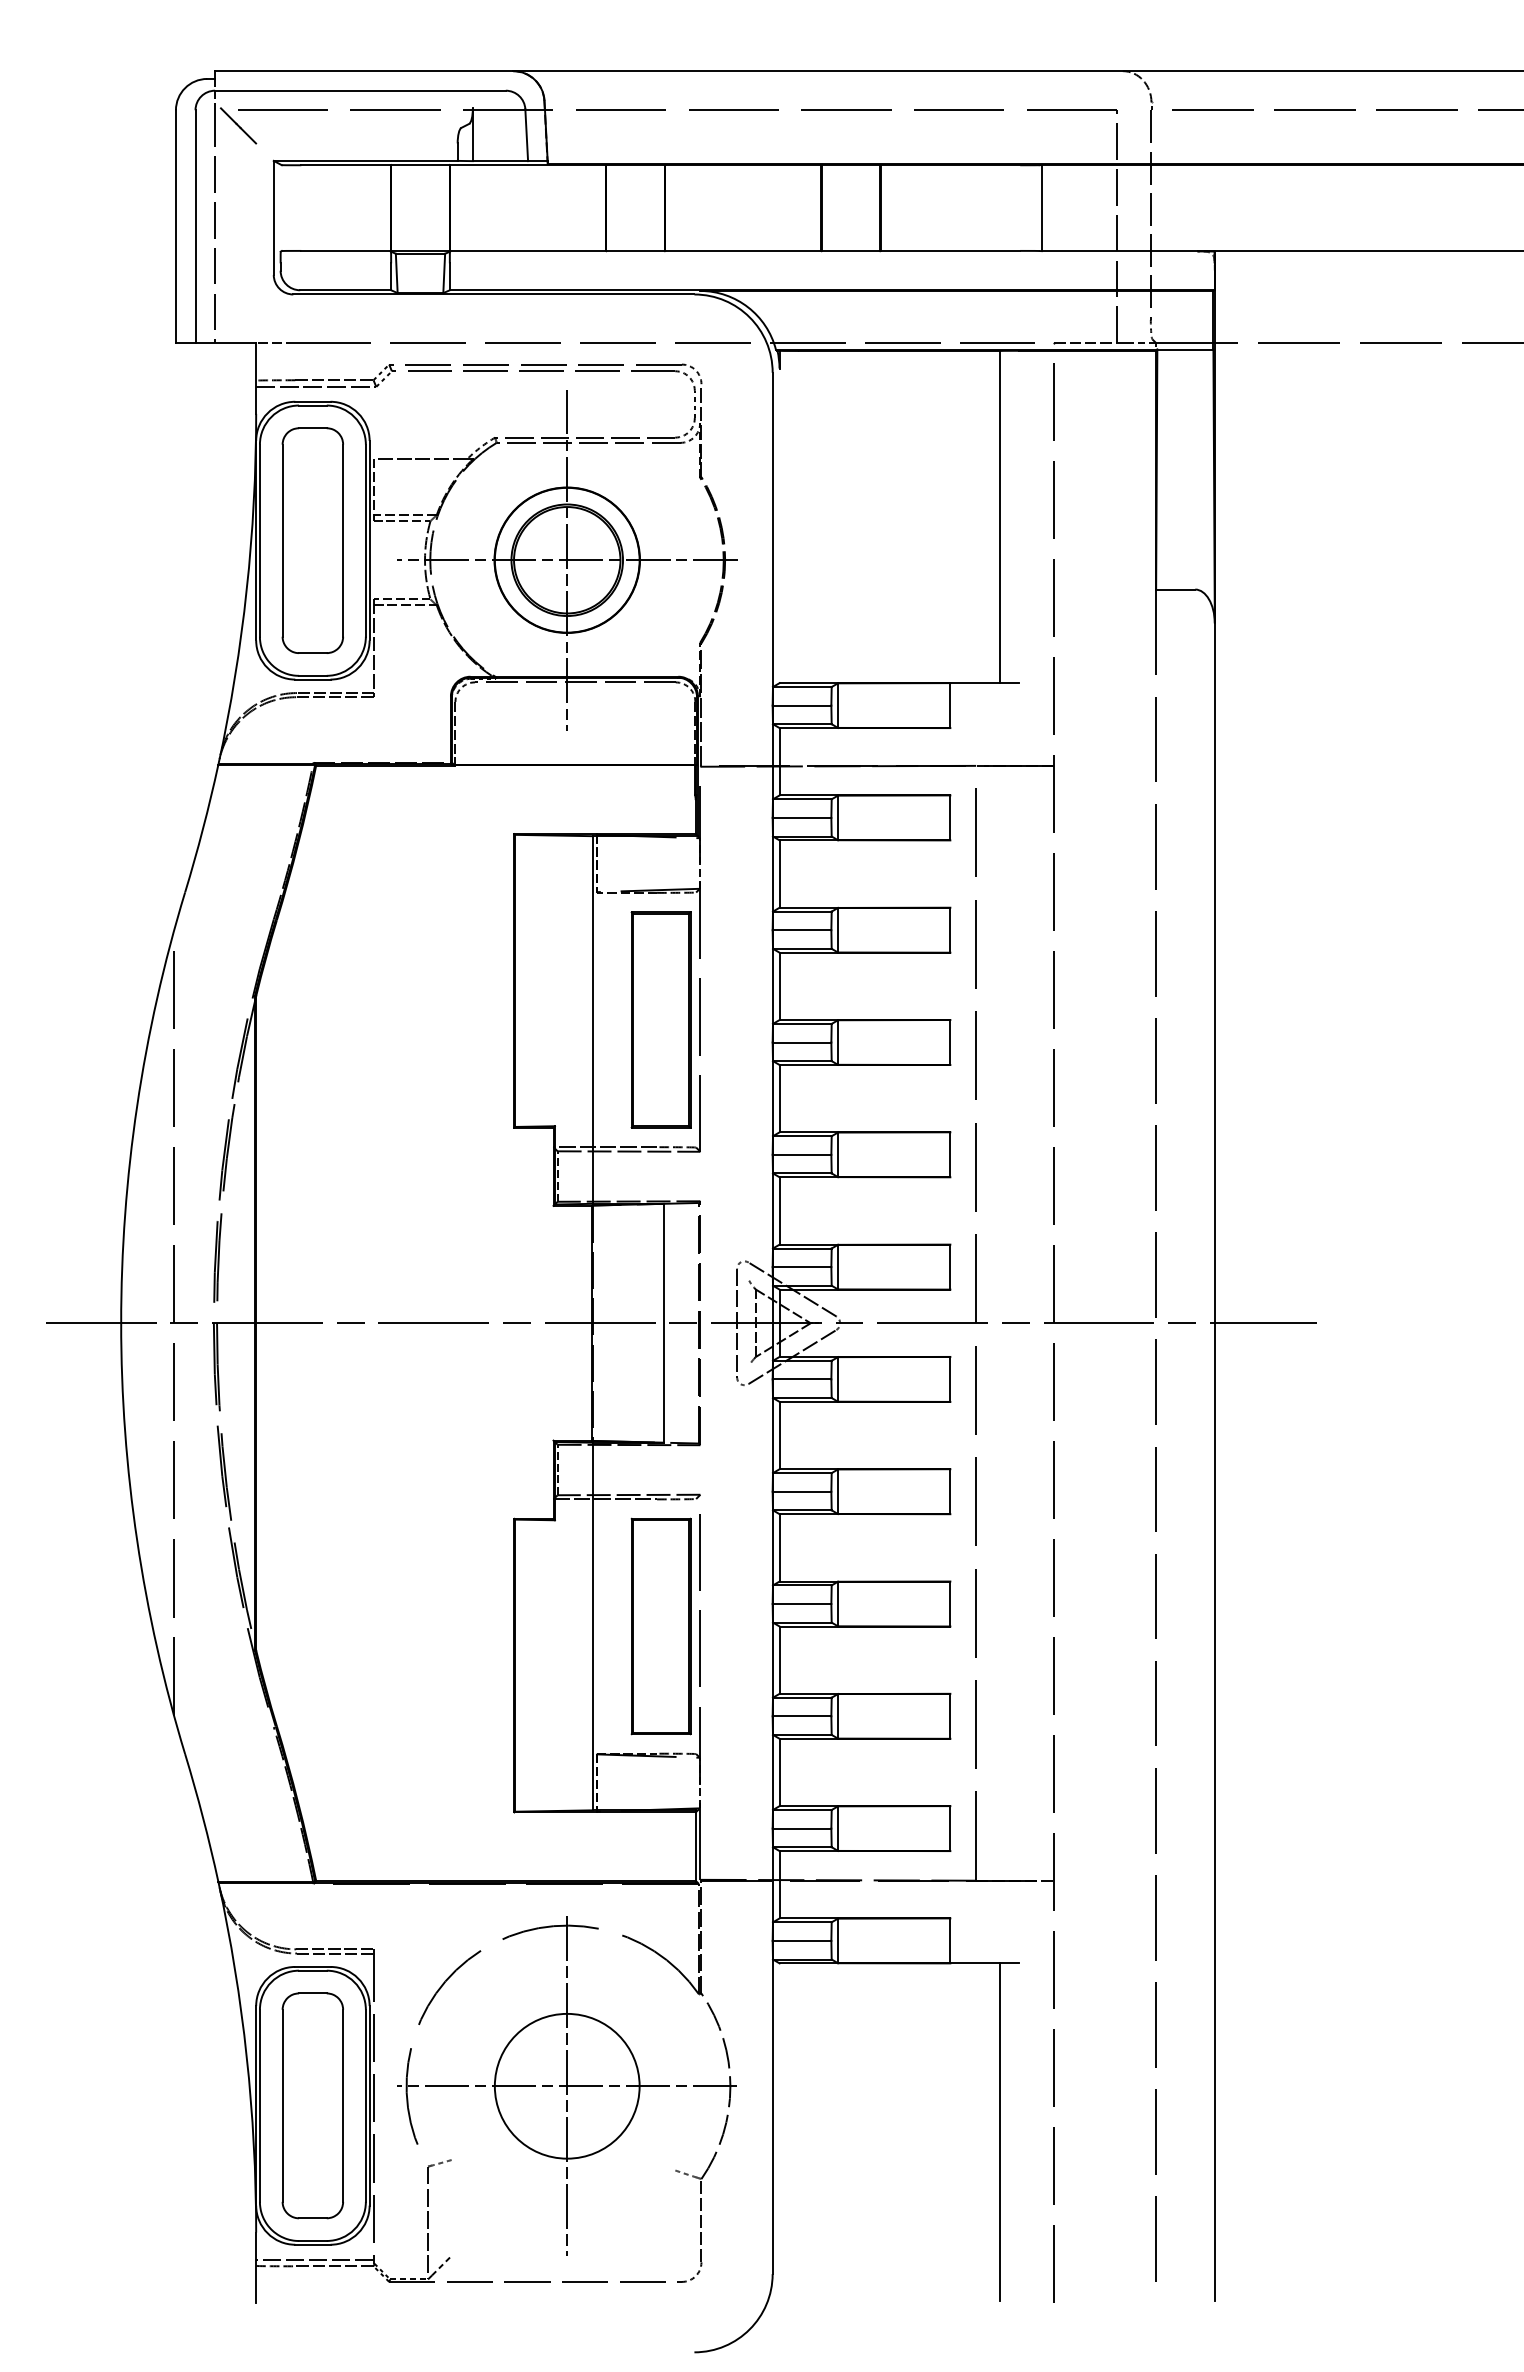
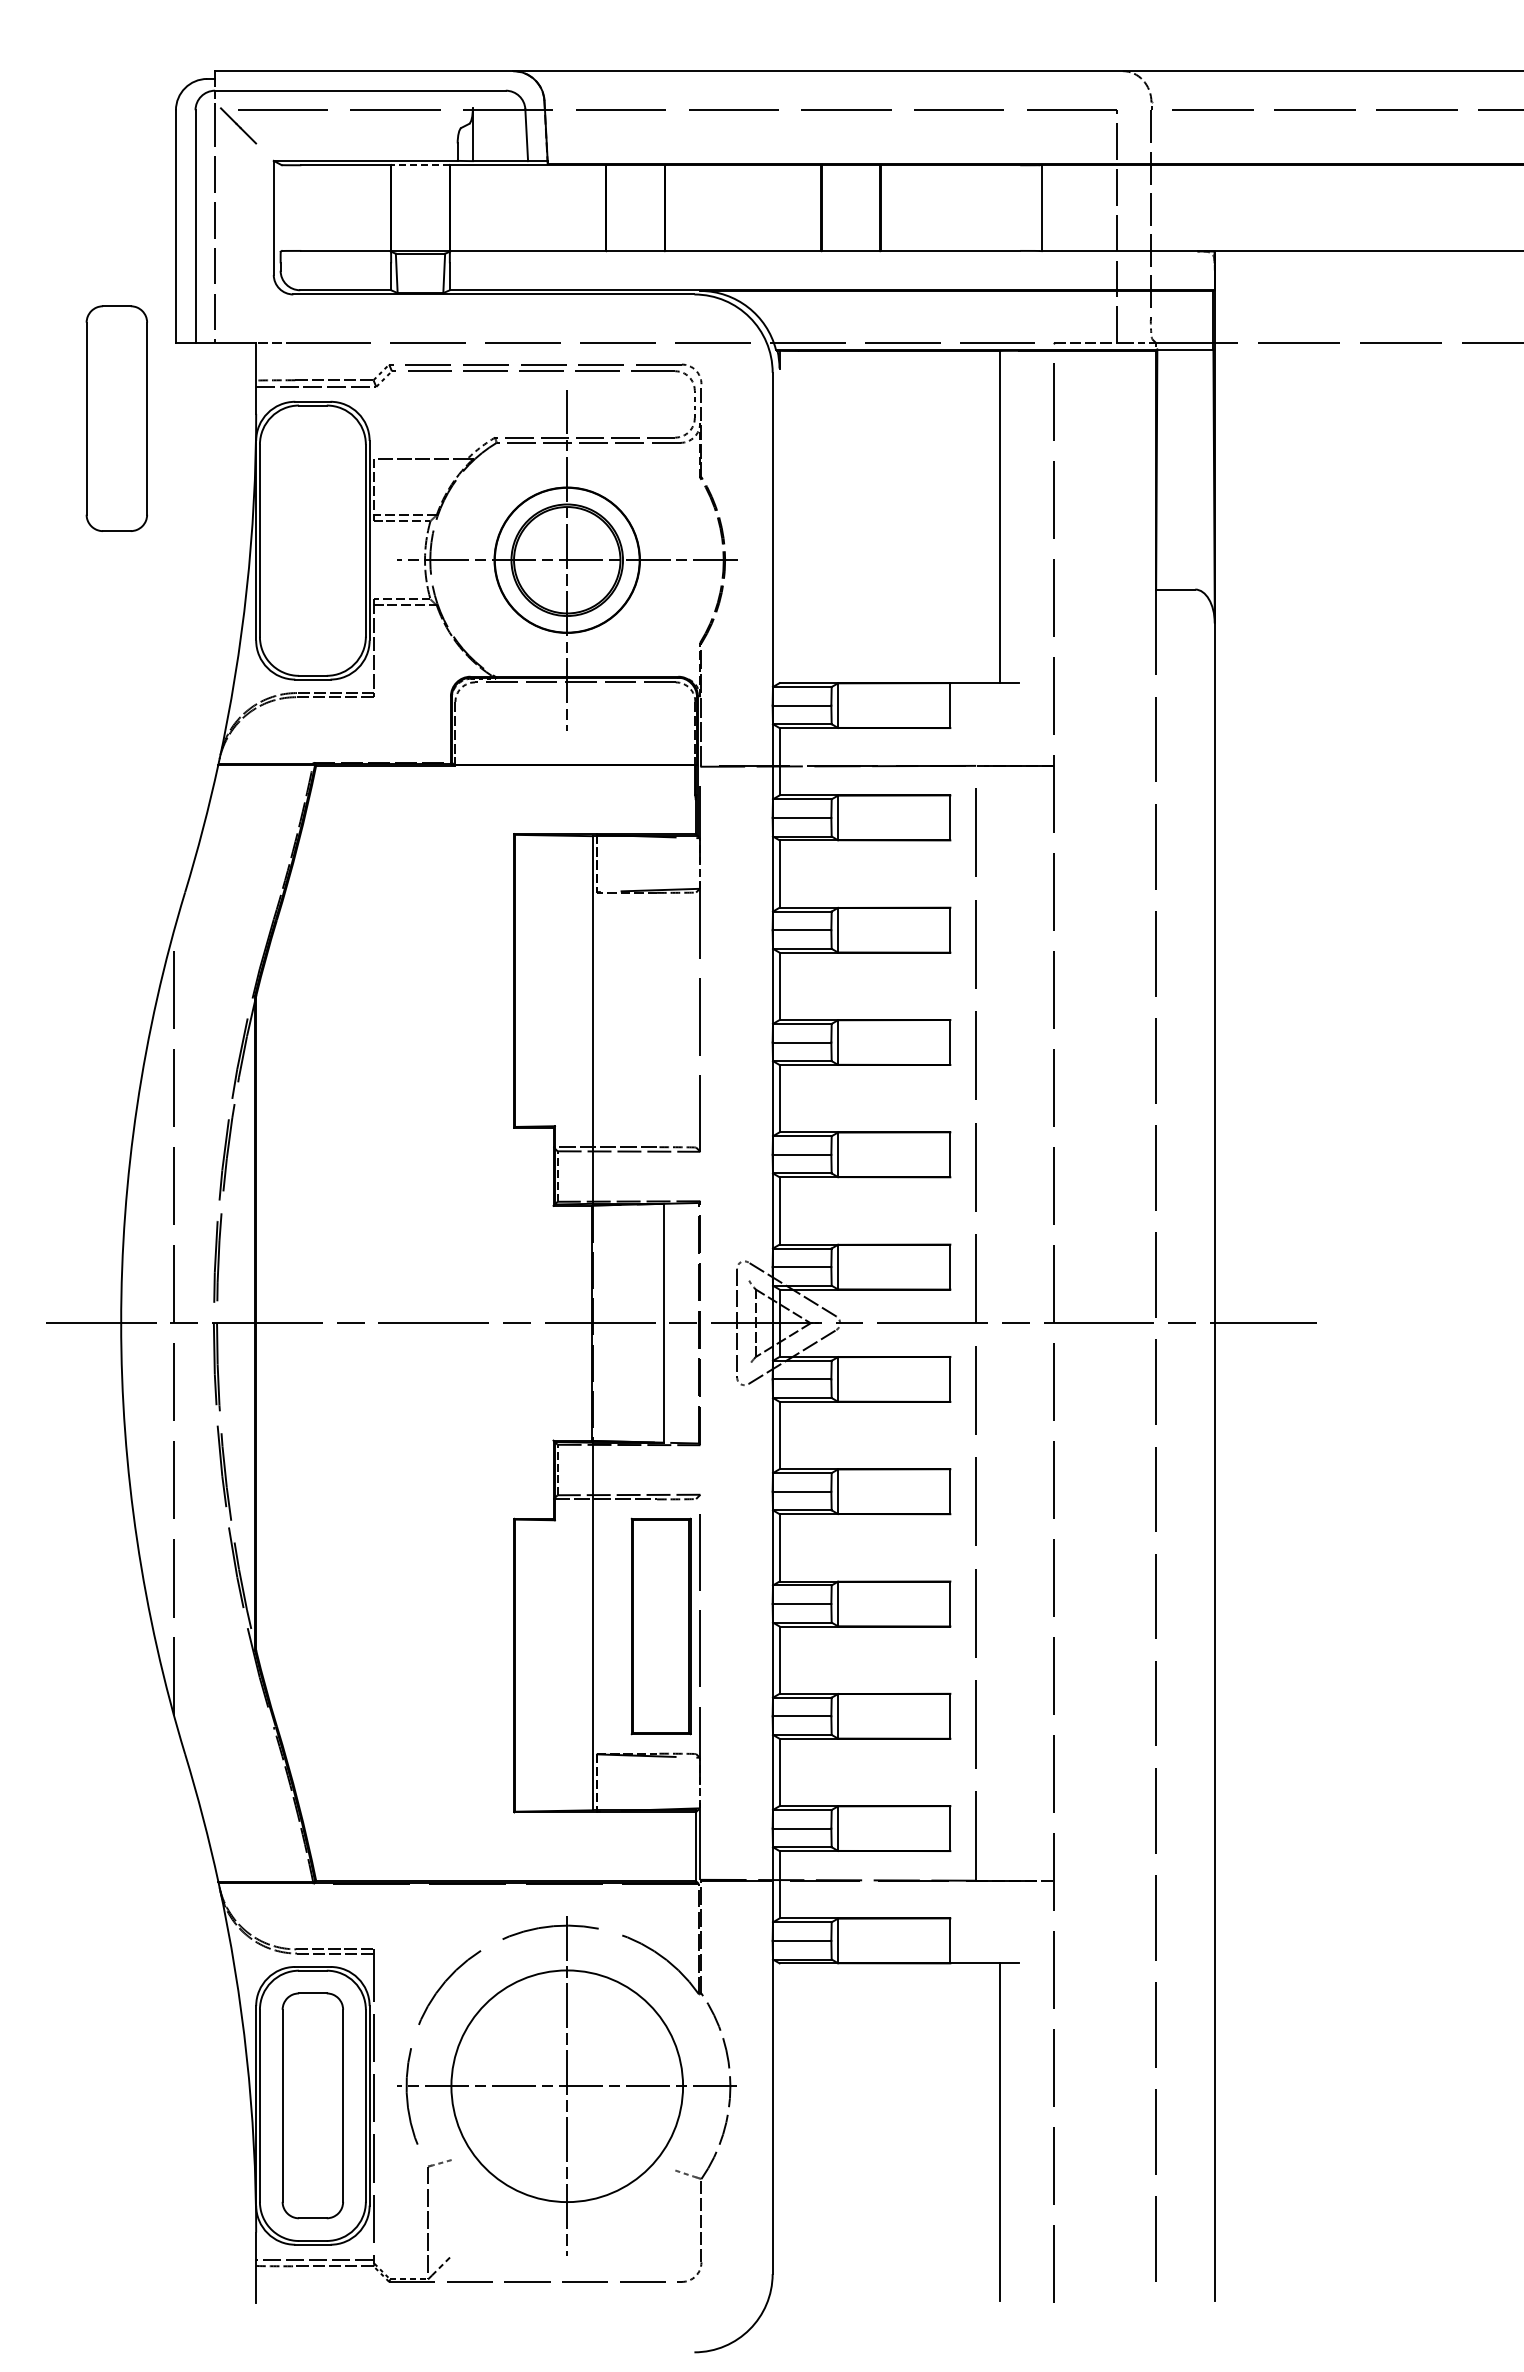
line at (420, 165): solid -> dashed
part at (312, 540) position: (312, 540) -> (116, 418)
part at (660, 1019): present -> none
circle at (566, 2085) diameter: 145 px -> 232 px
